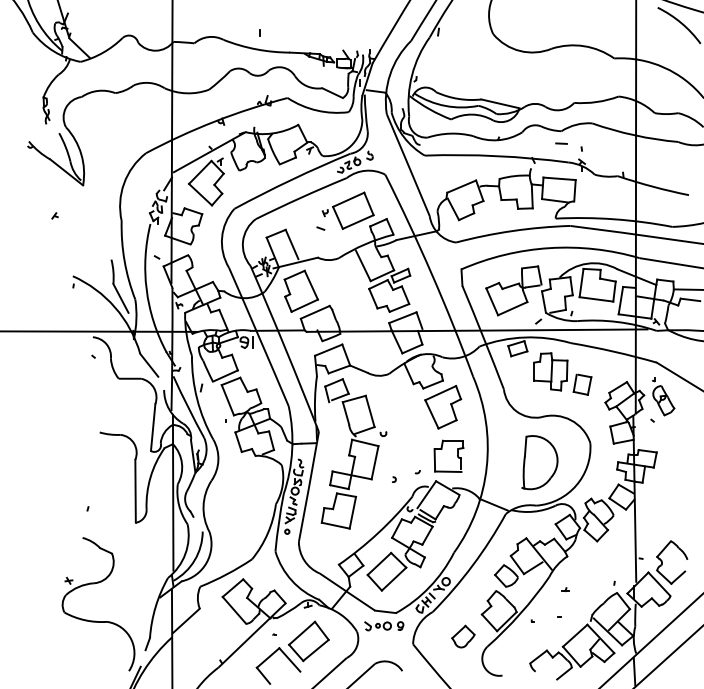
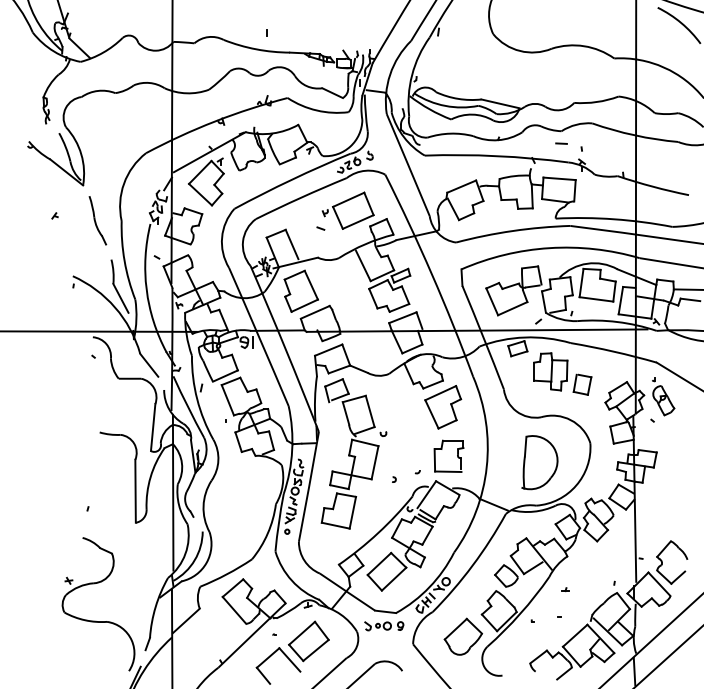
line at (259, 32) position: (259, 32) -> (266, 32)
part at (97, 220): none -> present
part at (463, 636) size: 25x25 px -> 41x39 px
